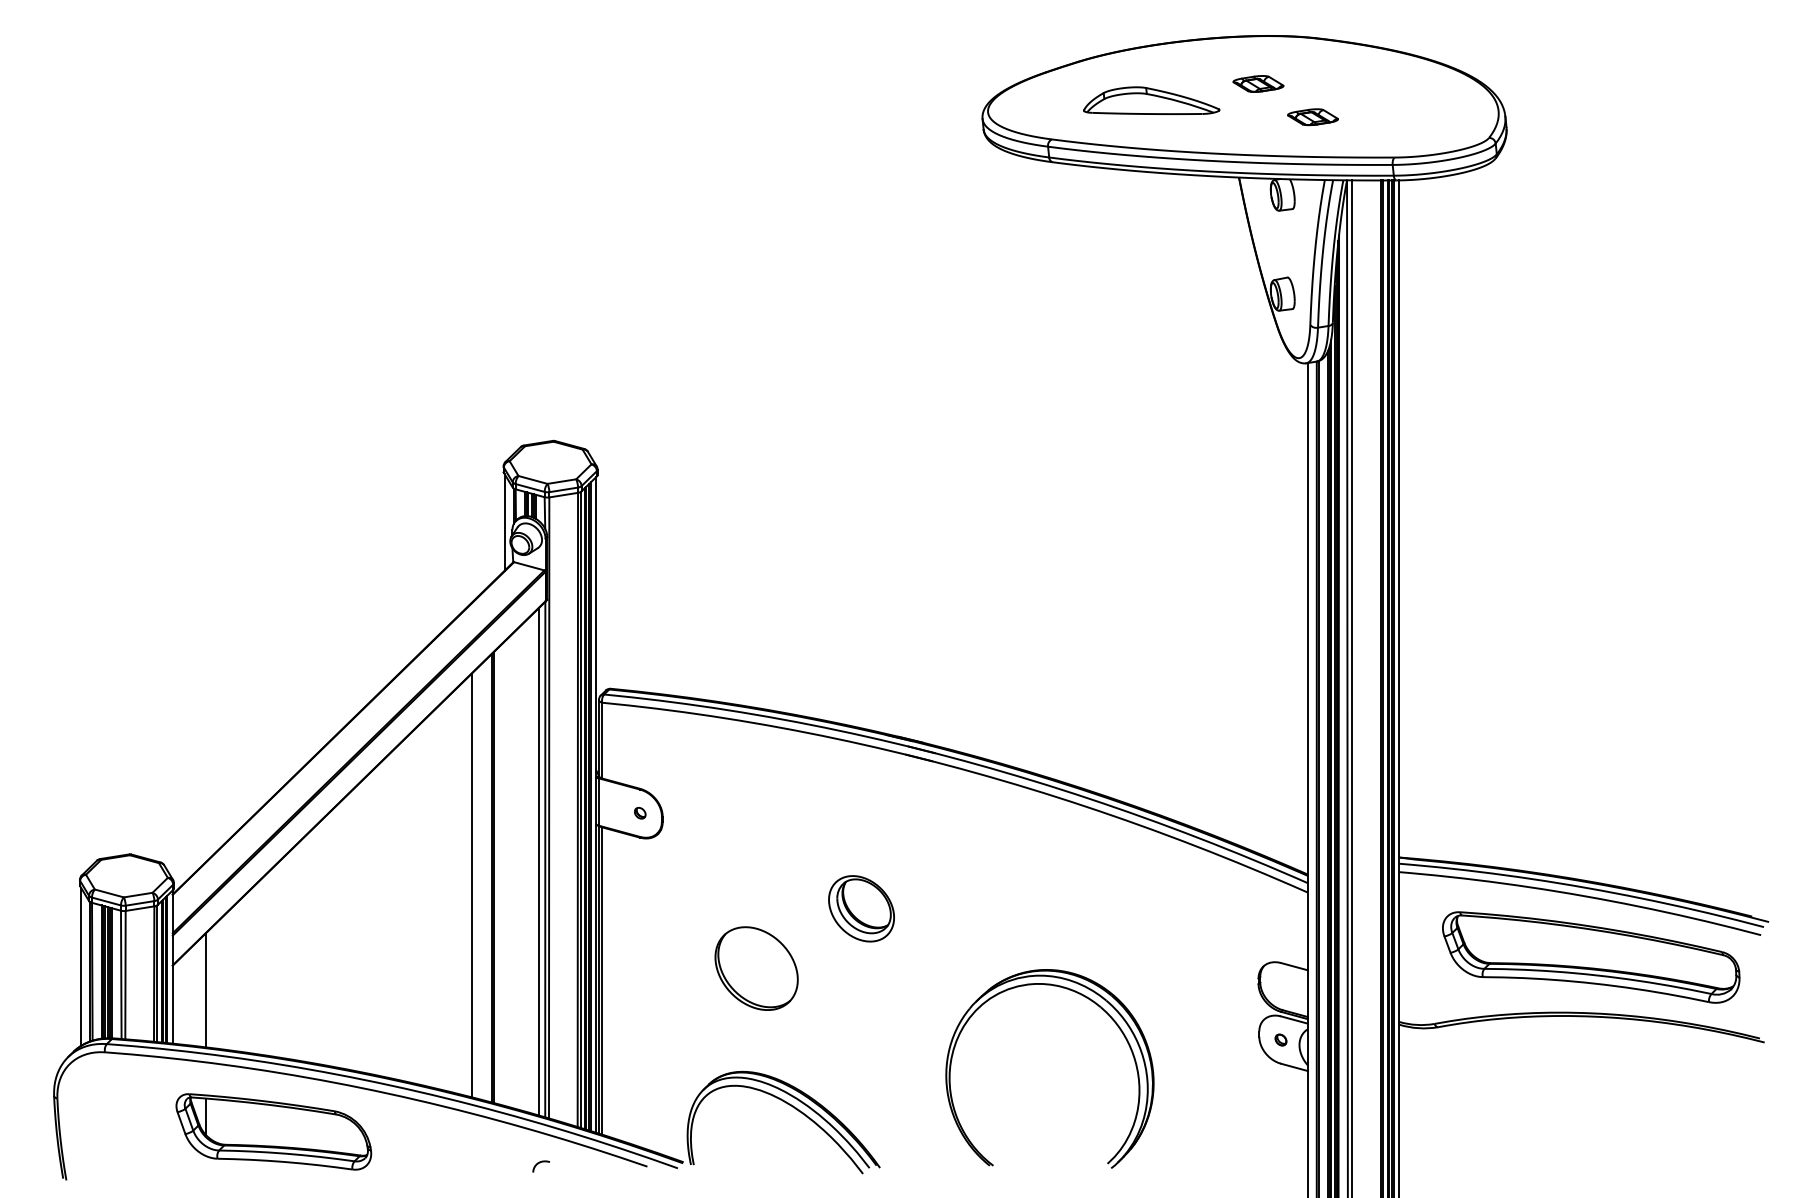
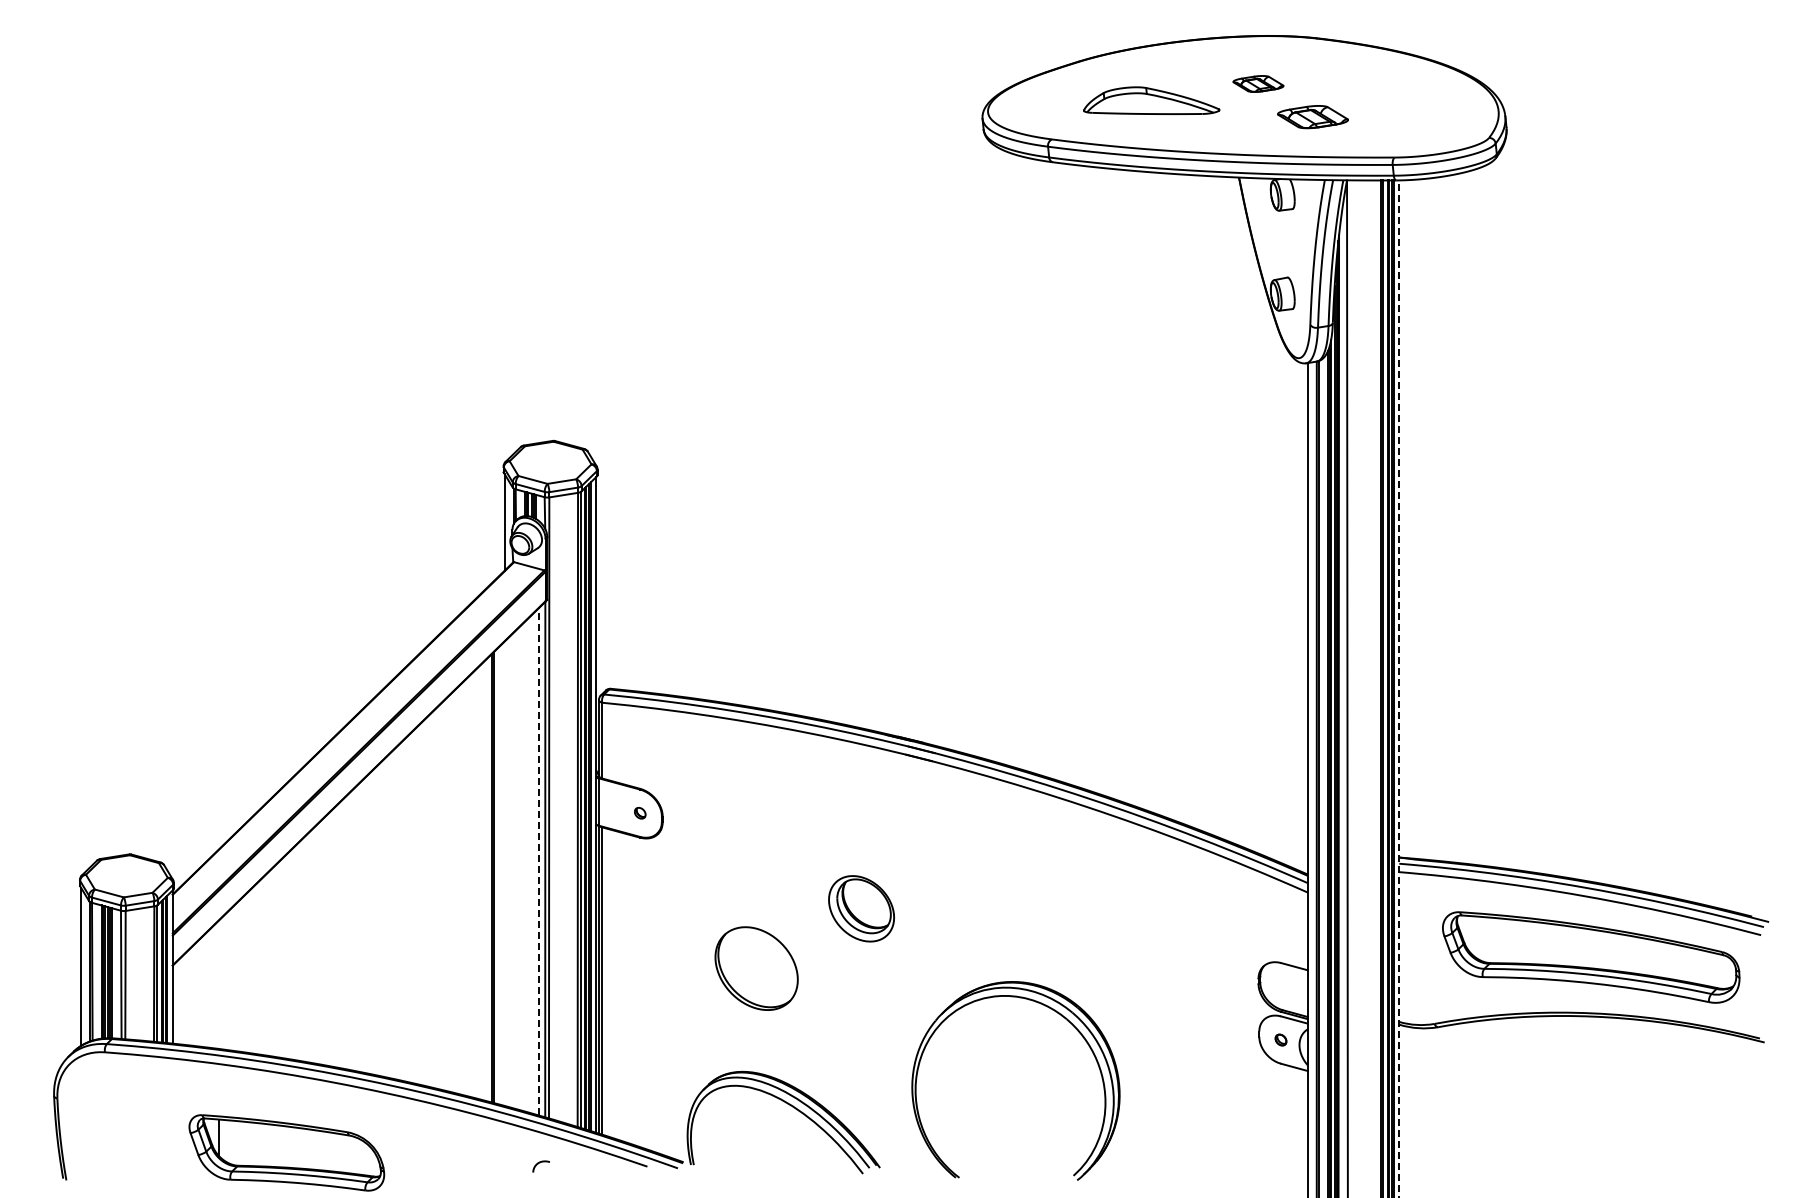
part at (1312, 117) size: 52x19 px -> 72x25 px
line at (1351, 687): present -> none
line at (1399, 688): solid -> dashed
line at (538, 861): solid -> dashed
line at (471, 885): present -> none
line at (206, 989): present -> none
part at (1102, 1010) position: (1102, 1010) -> (1068, 1022)
part at (273, 1131) position: (273, 1131) -> (286, 1152)
